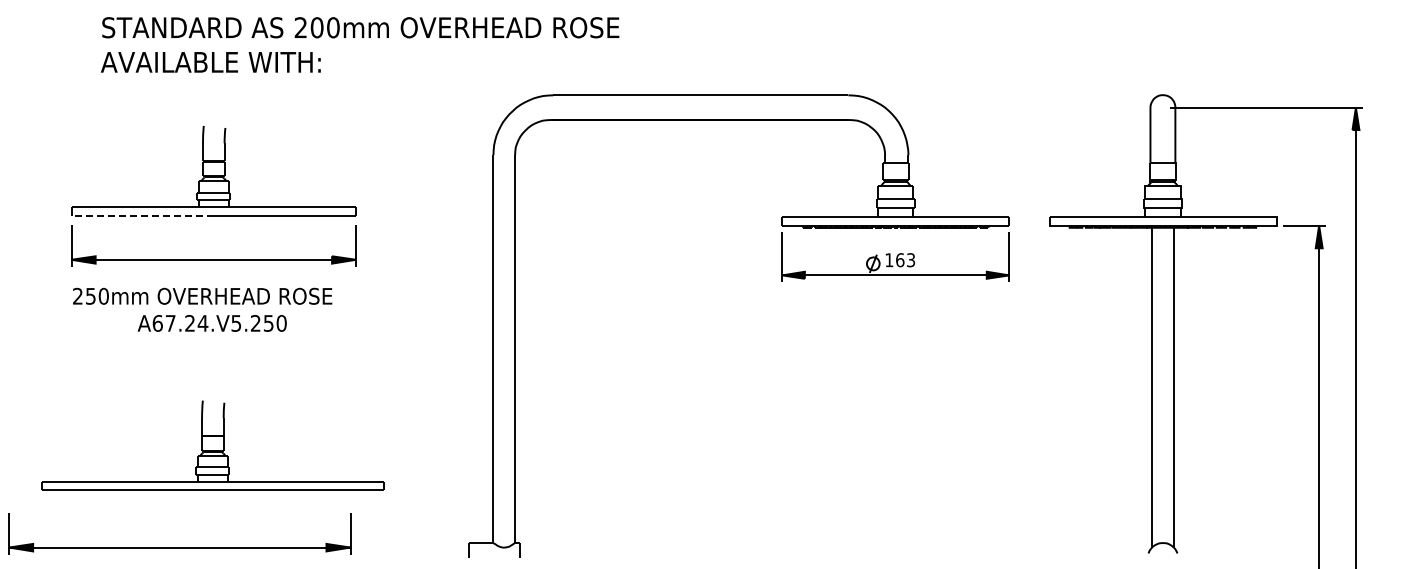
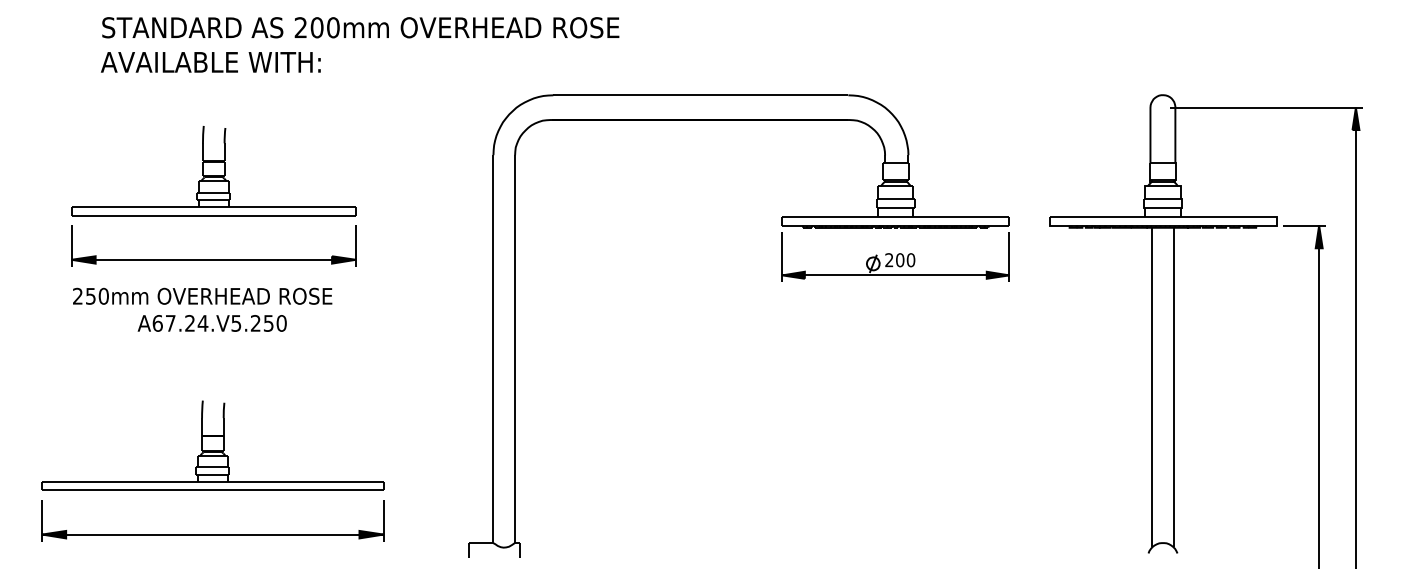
line at (142, 215): dashed -> solid
text at (900, 260): 163 -> 200
part at (179, 547) position: (179, 547) -> (212, 534)
